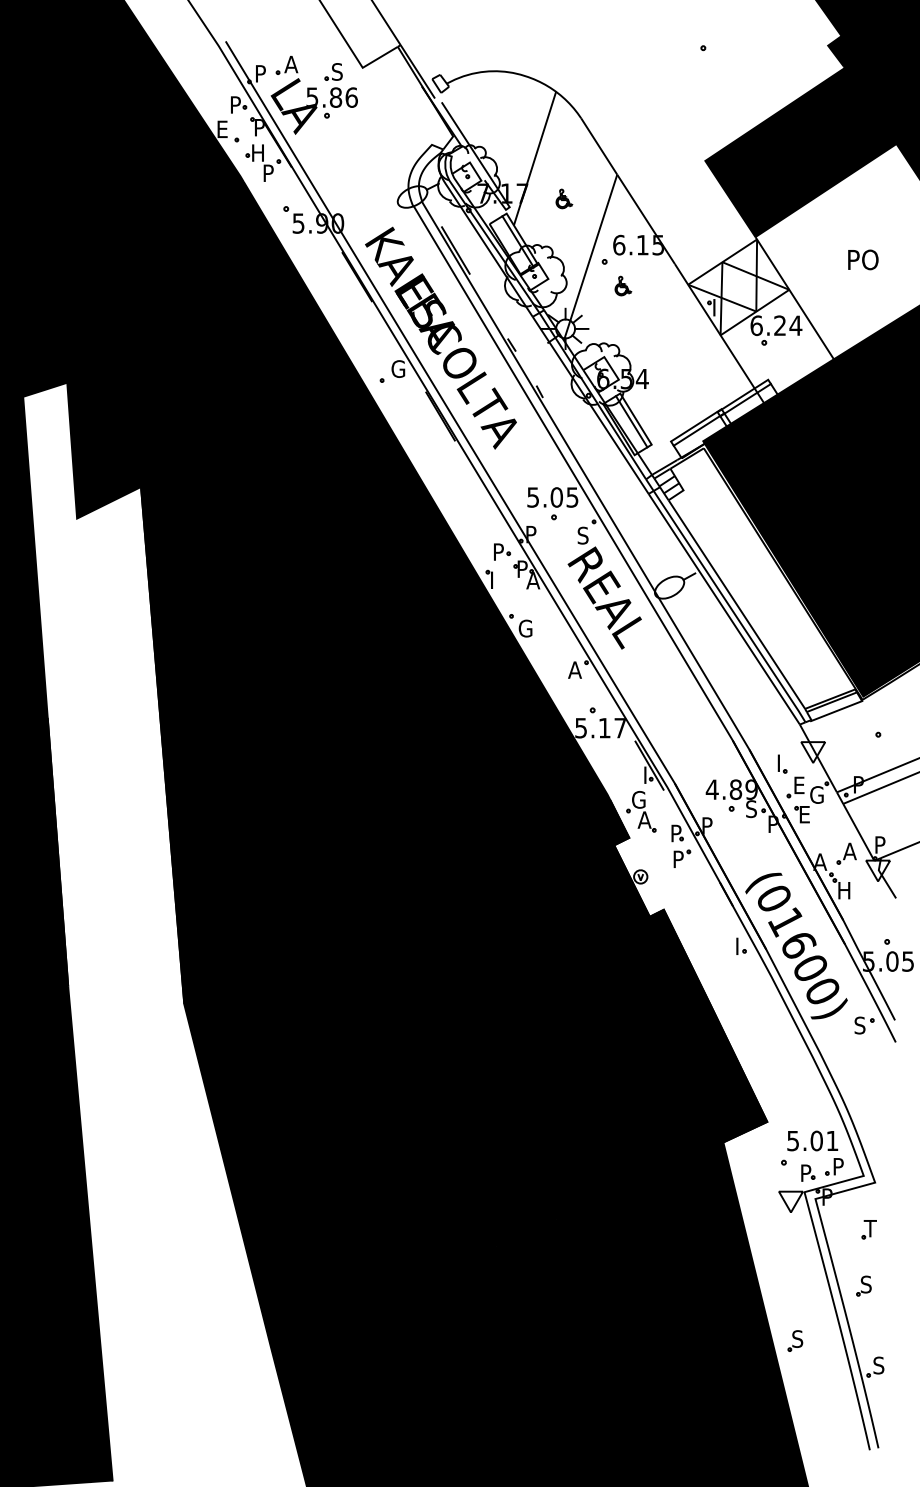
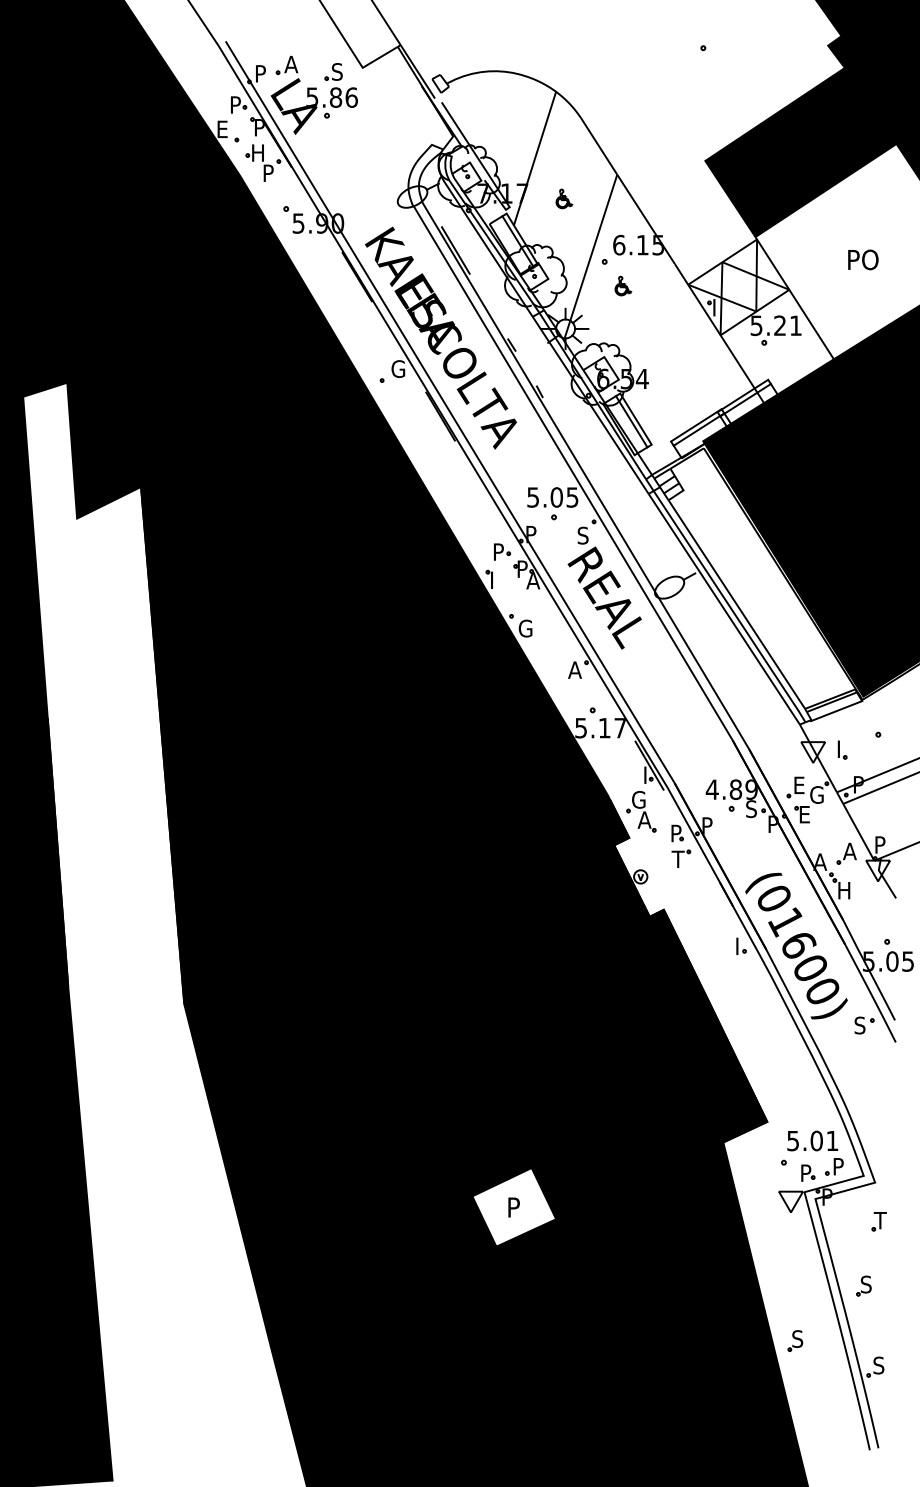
text at (776, 325): 6.24 -> 5.21
part at (782, 763) position: (782, 763) -> (842, 749)
text at (677, 858): P -> T
fill at (514, 1207): present -> none
part at (868, 1229) position: (868, 1229) -> (878, 1221)
